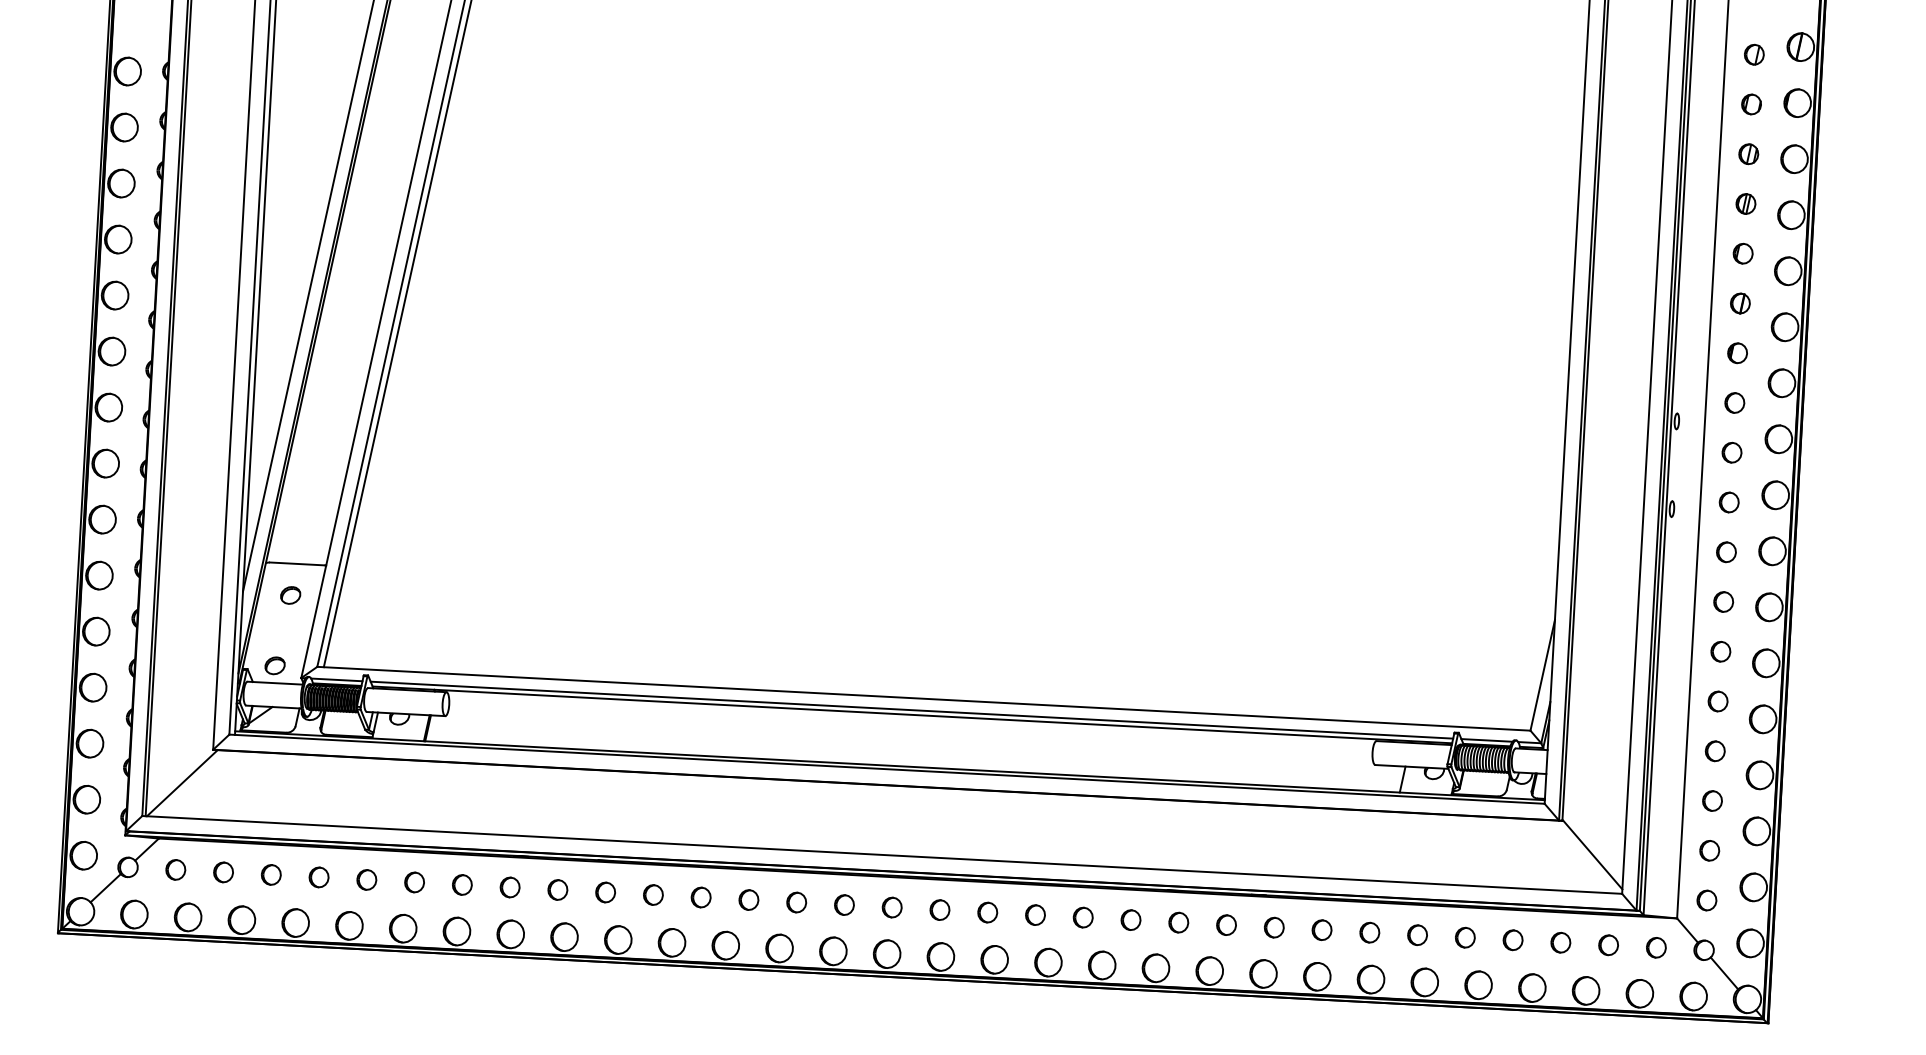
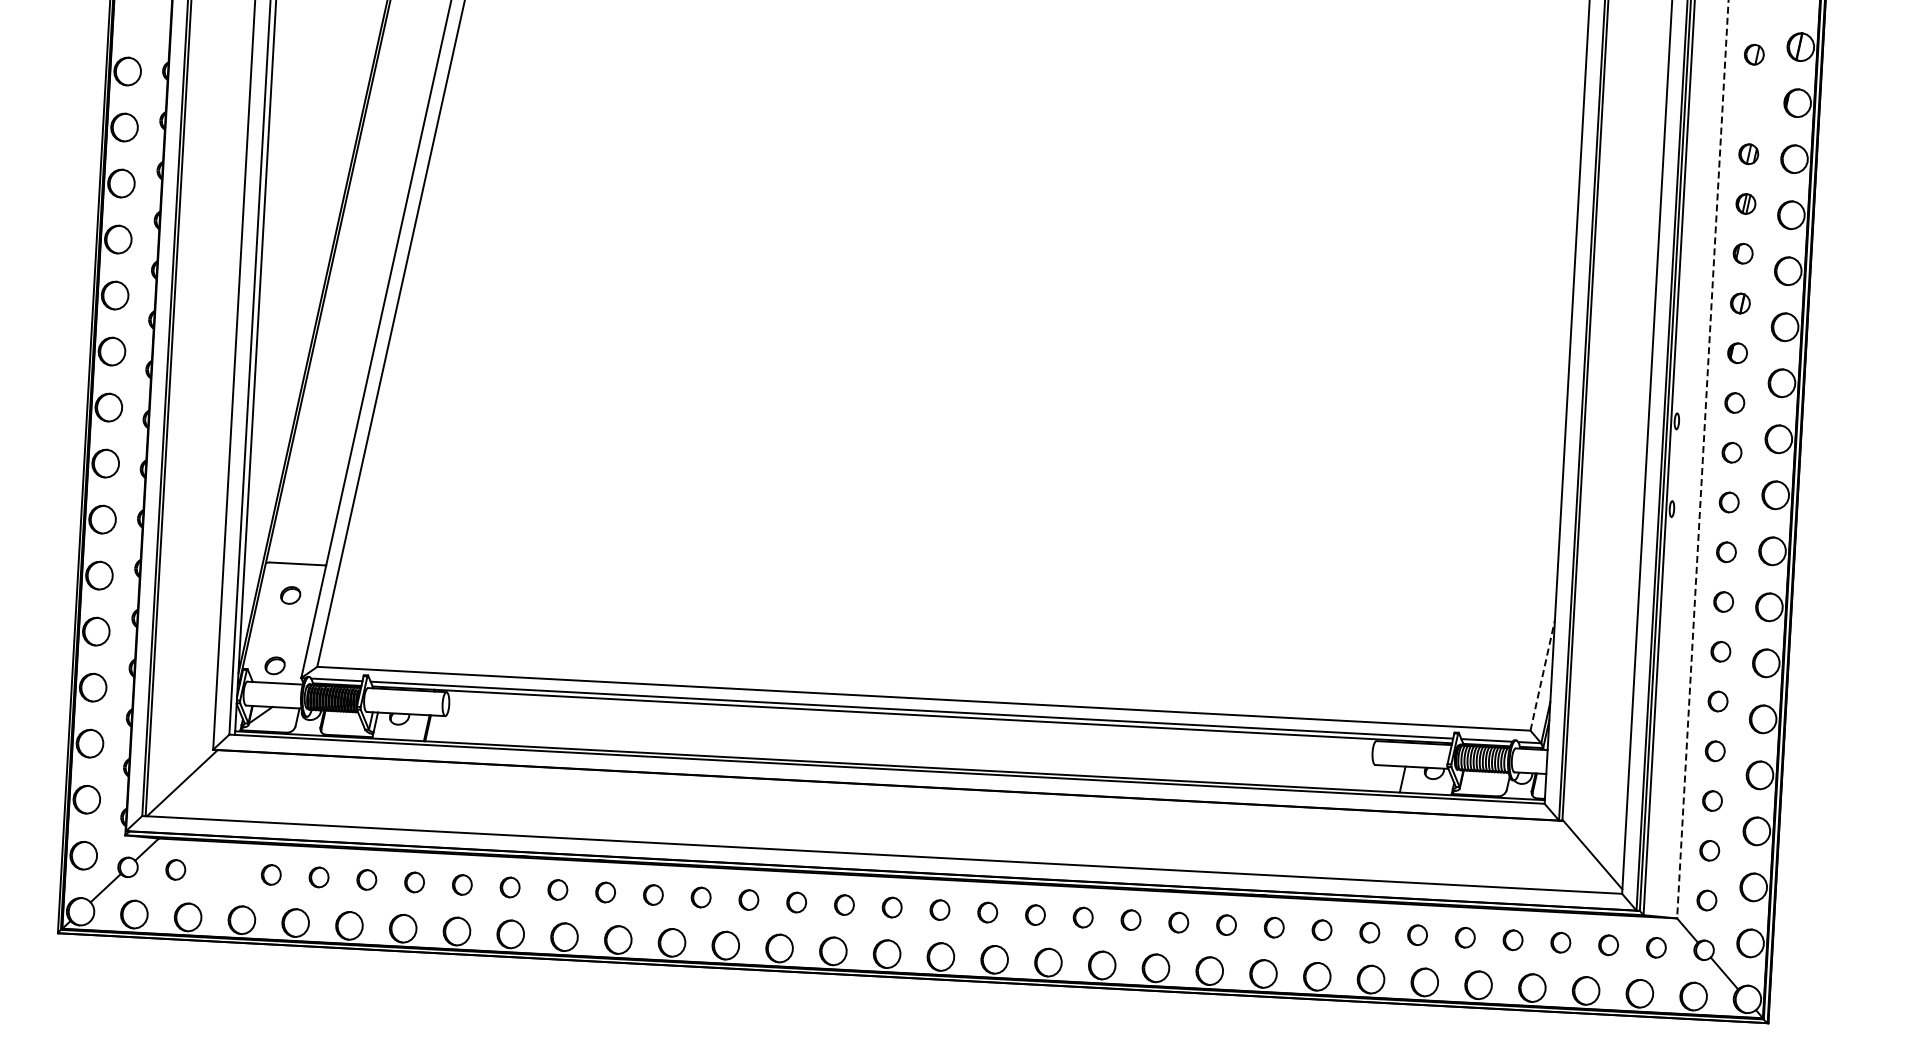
part at (1751, 104): present -> none
line at (308, 296): present -> none
line at (397, 334): present -> none
line at (1702, 459): solid -> dashed
line at (1542, 675): solid -> dashed
part at (223, 872): present -> none
